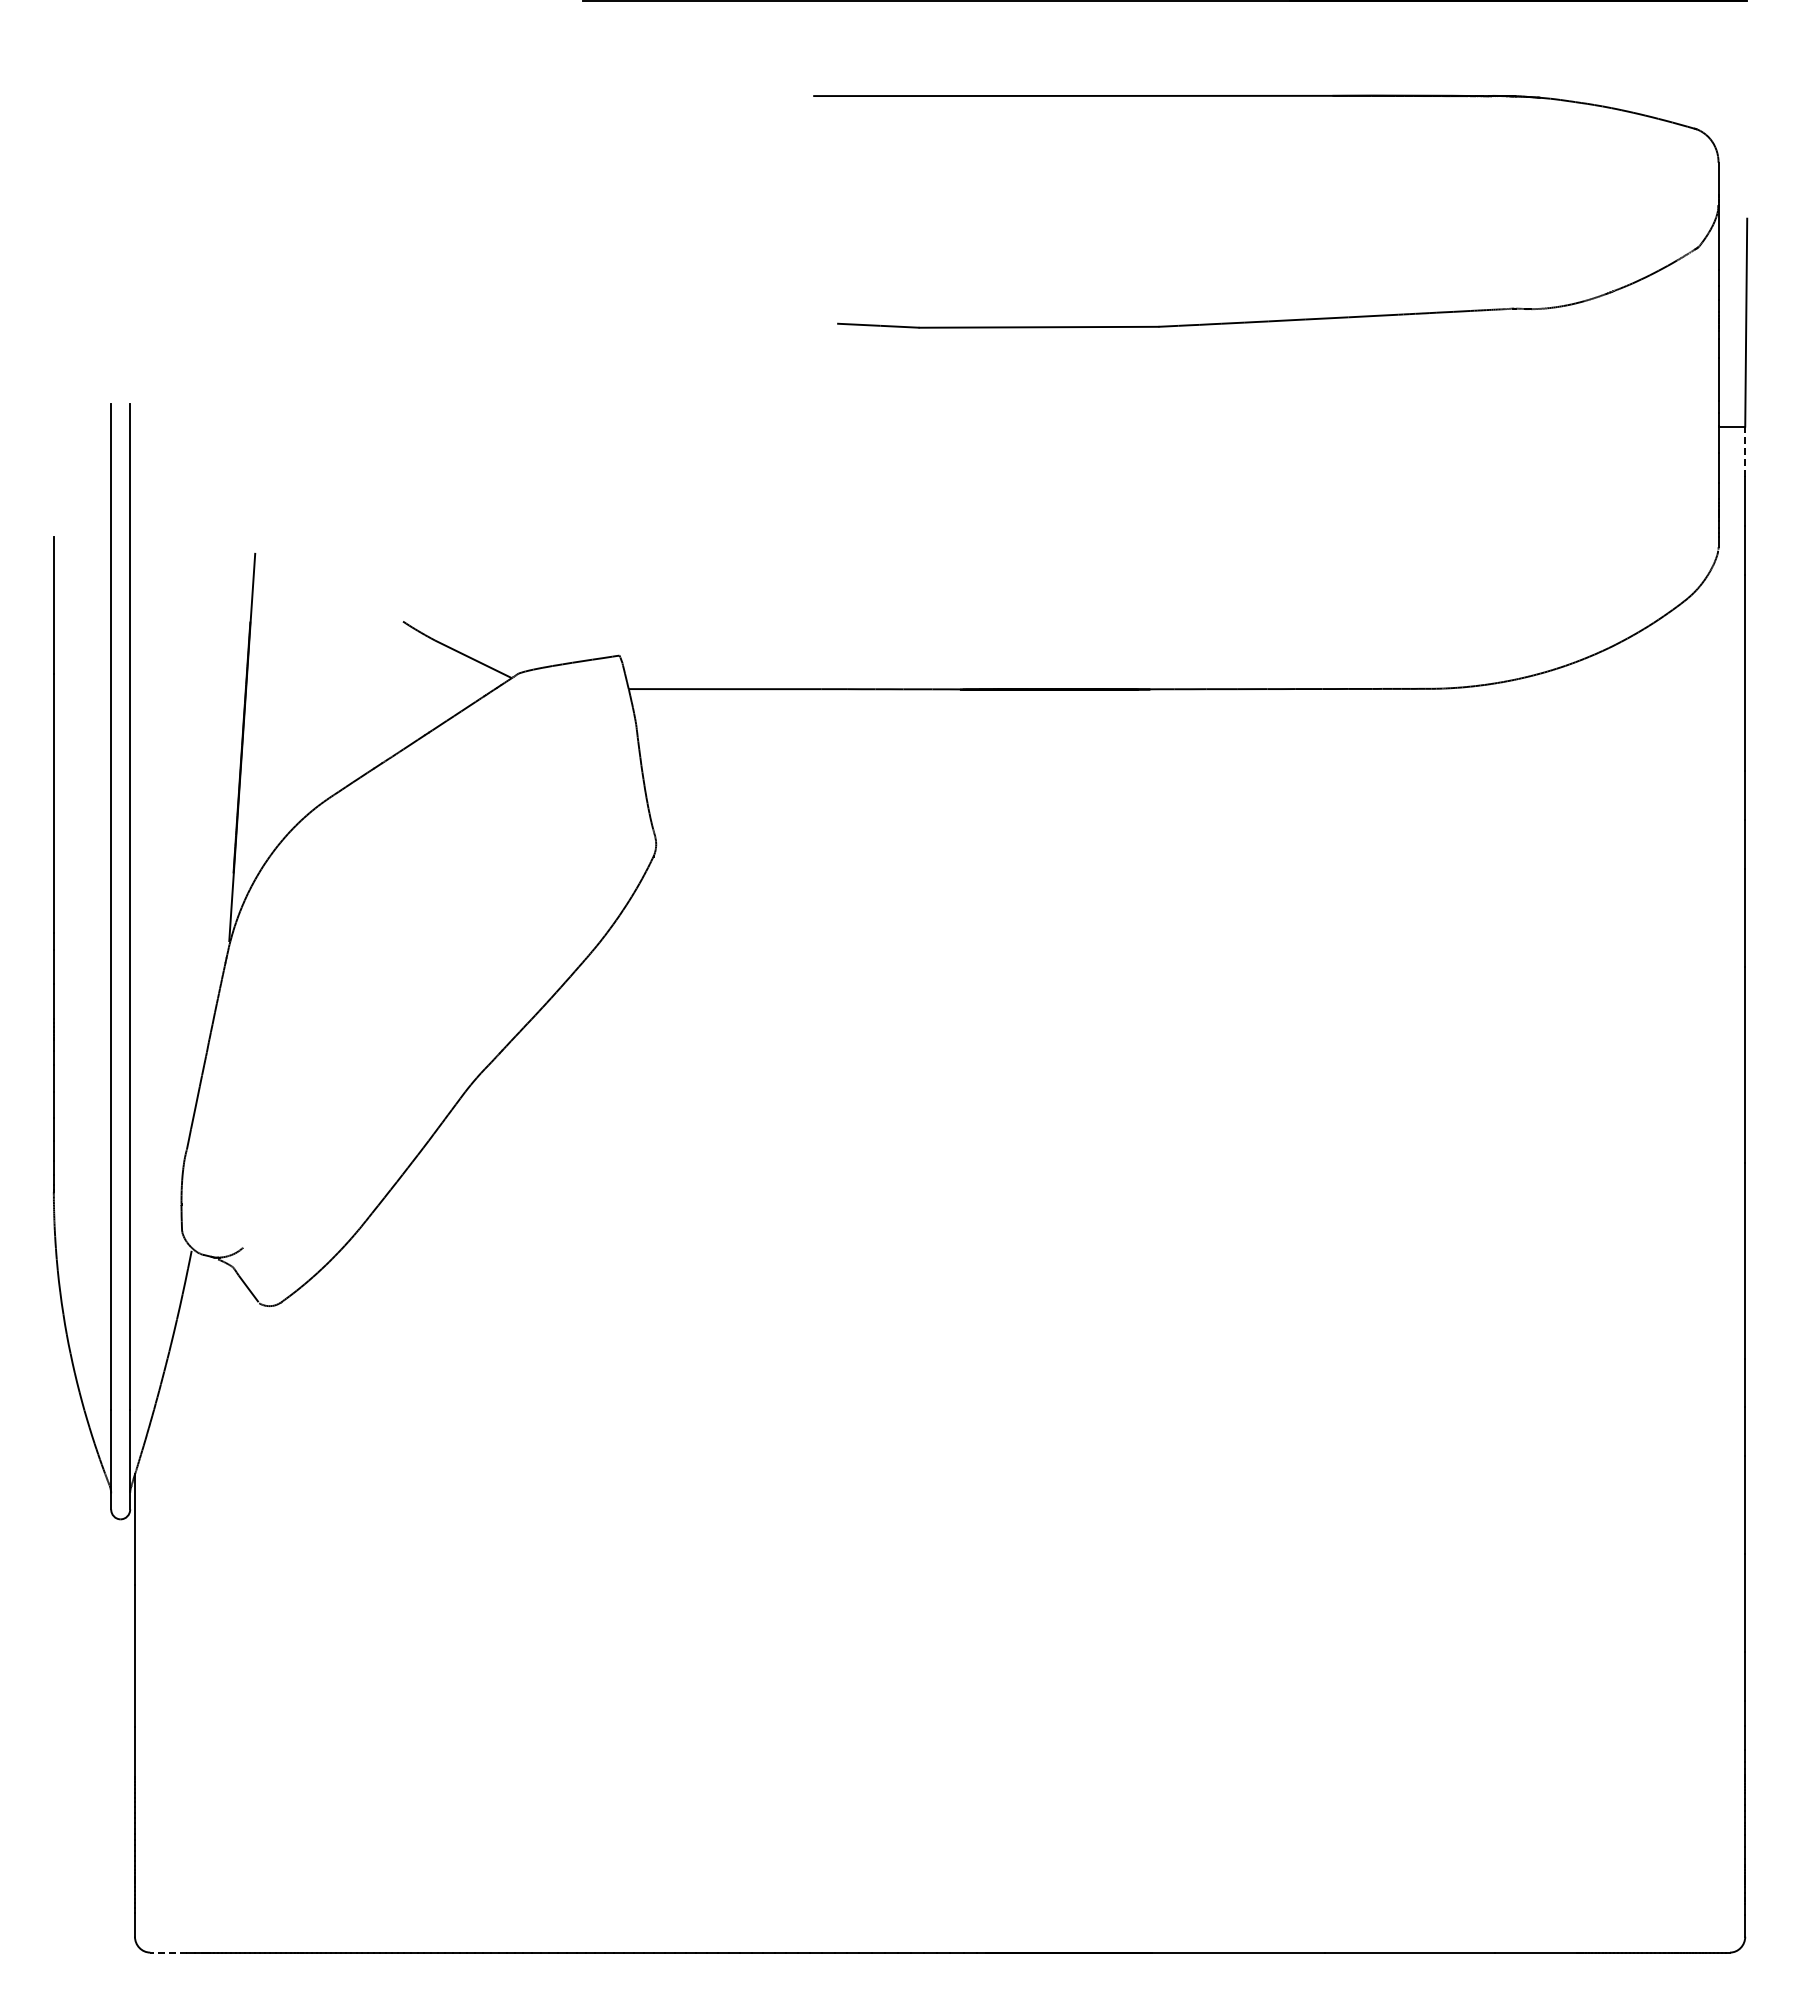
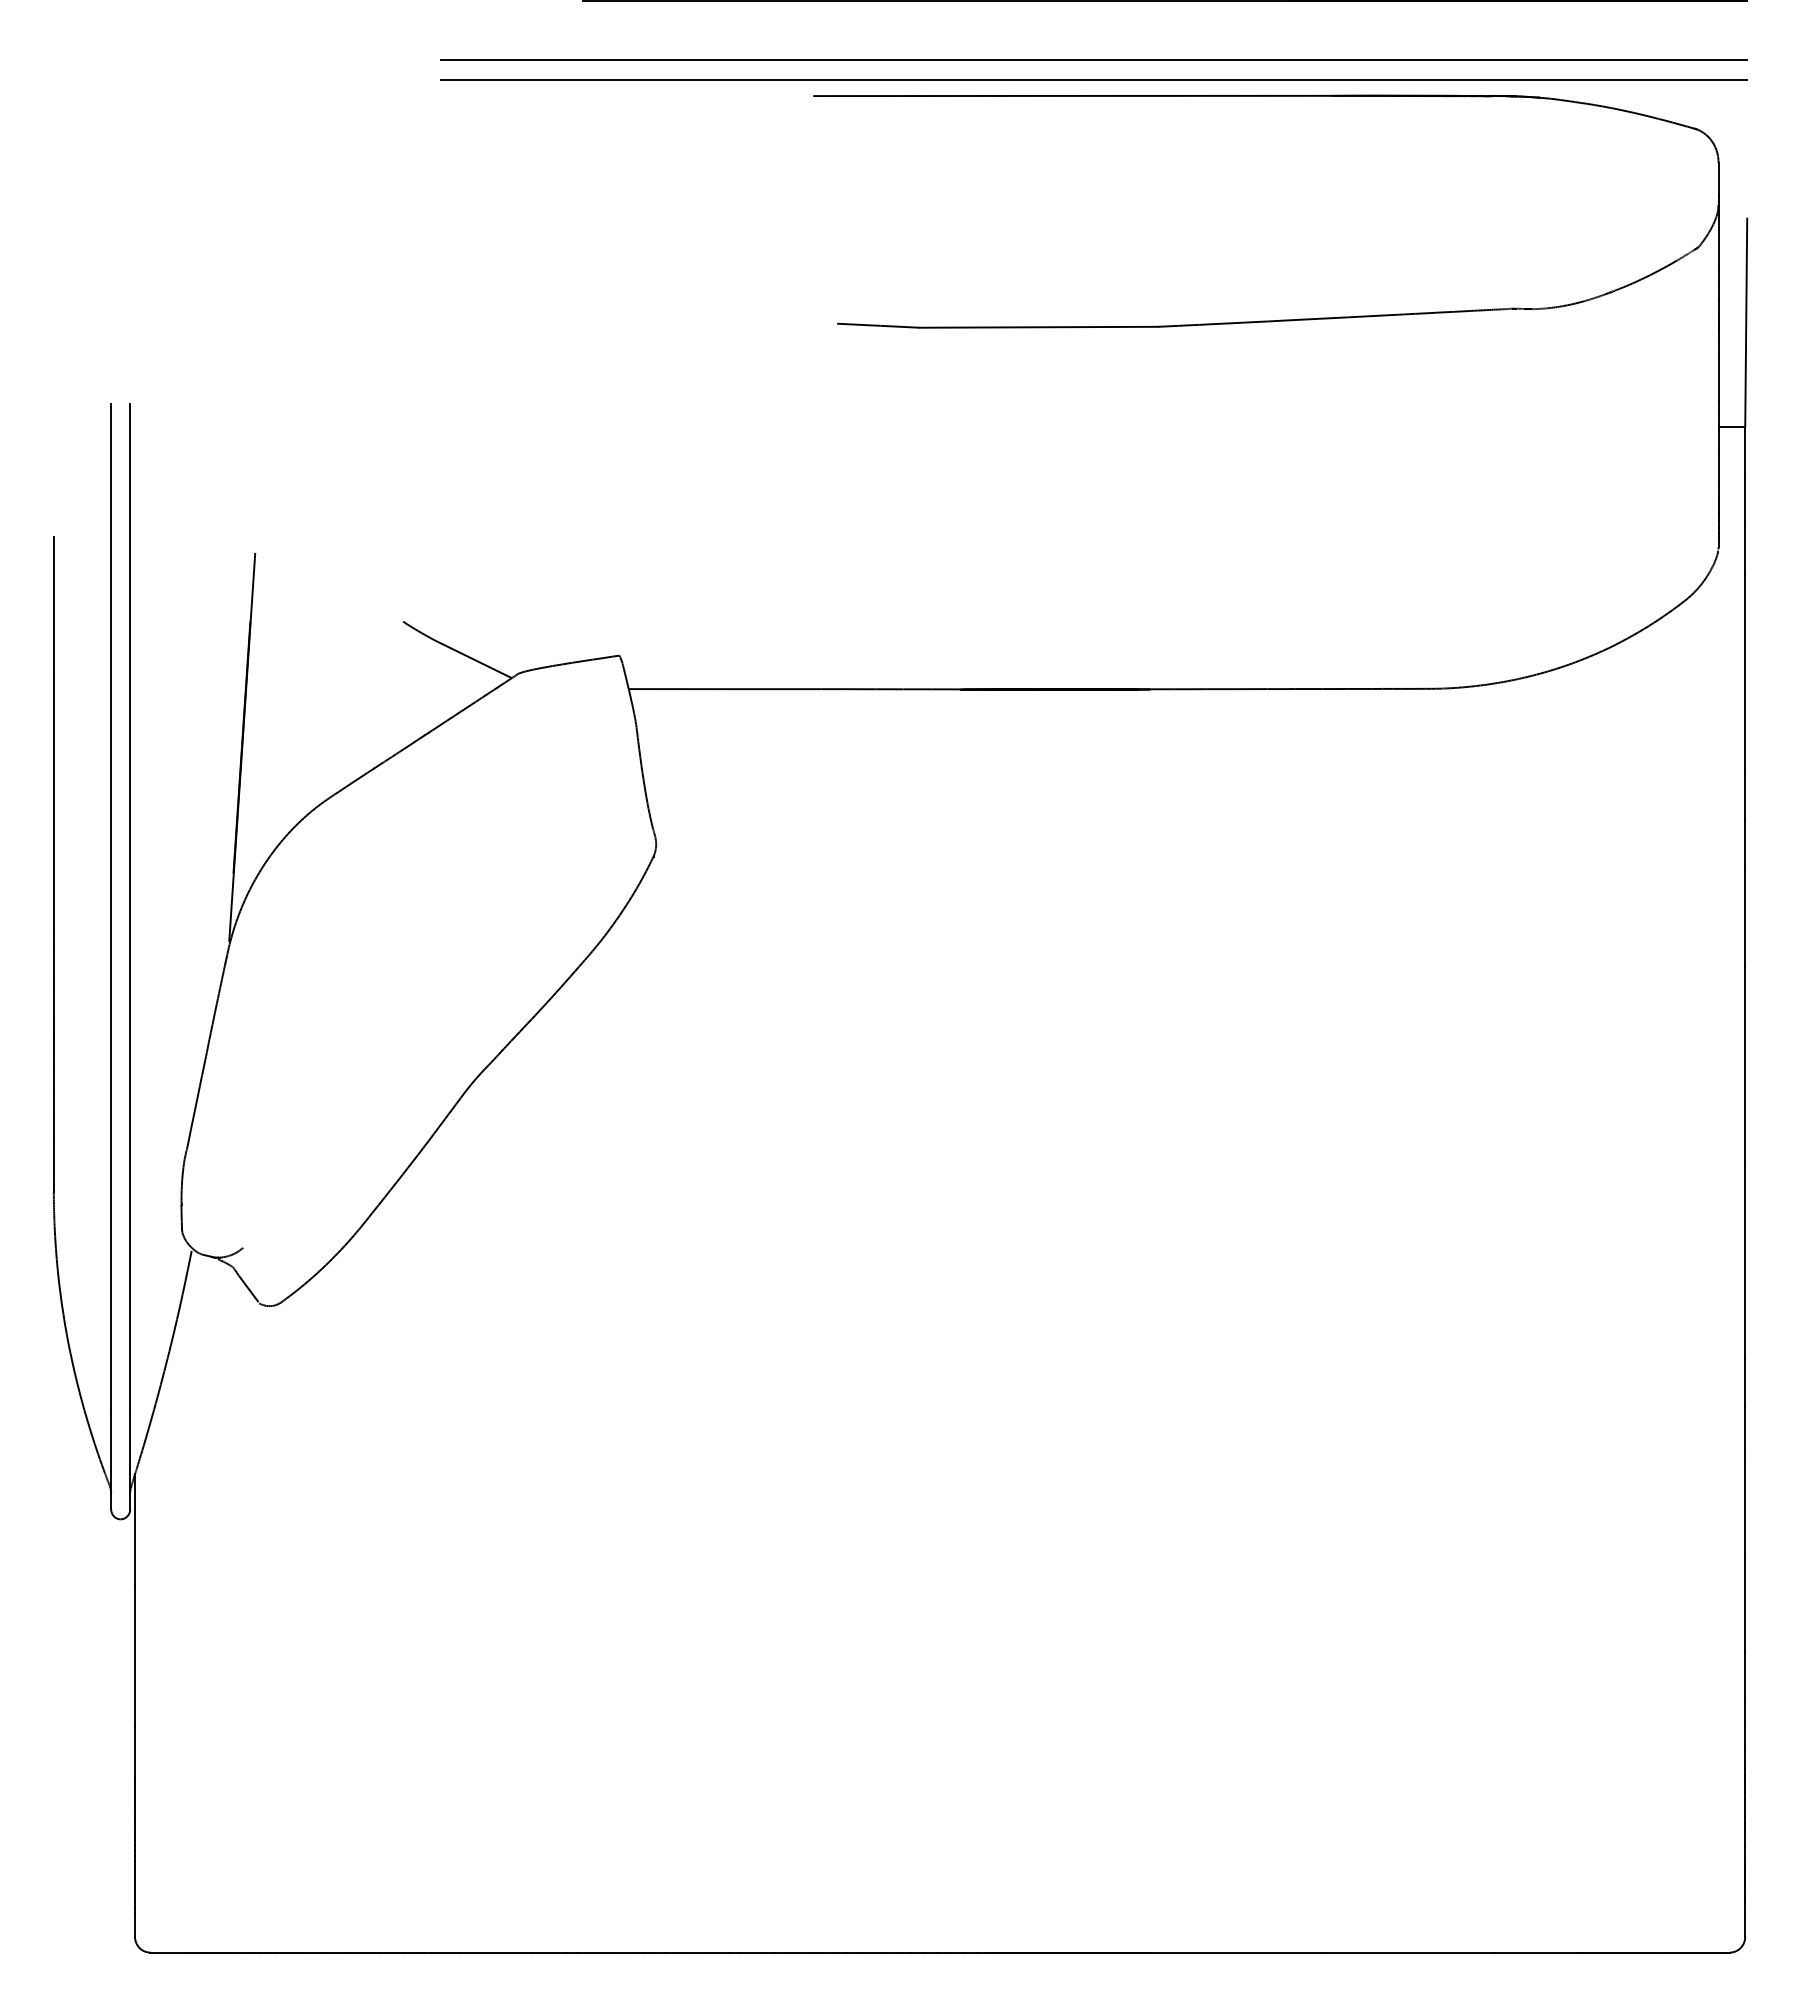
line at (1093, 60): none -> present
line at (1093, 80): none -> present
line at (1745, 451): dashed -> solid
line at (168, 1952): dashed -> solid
